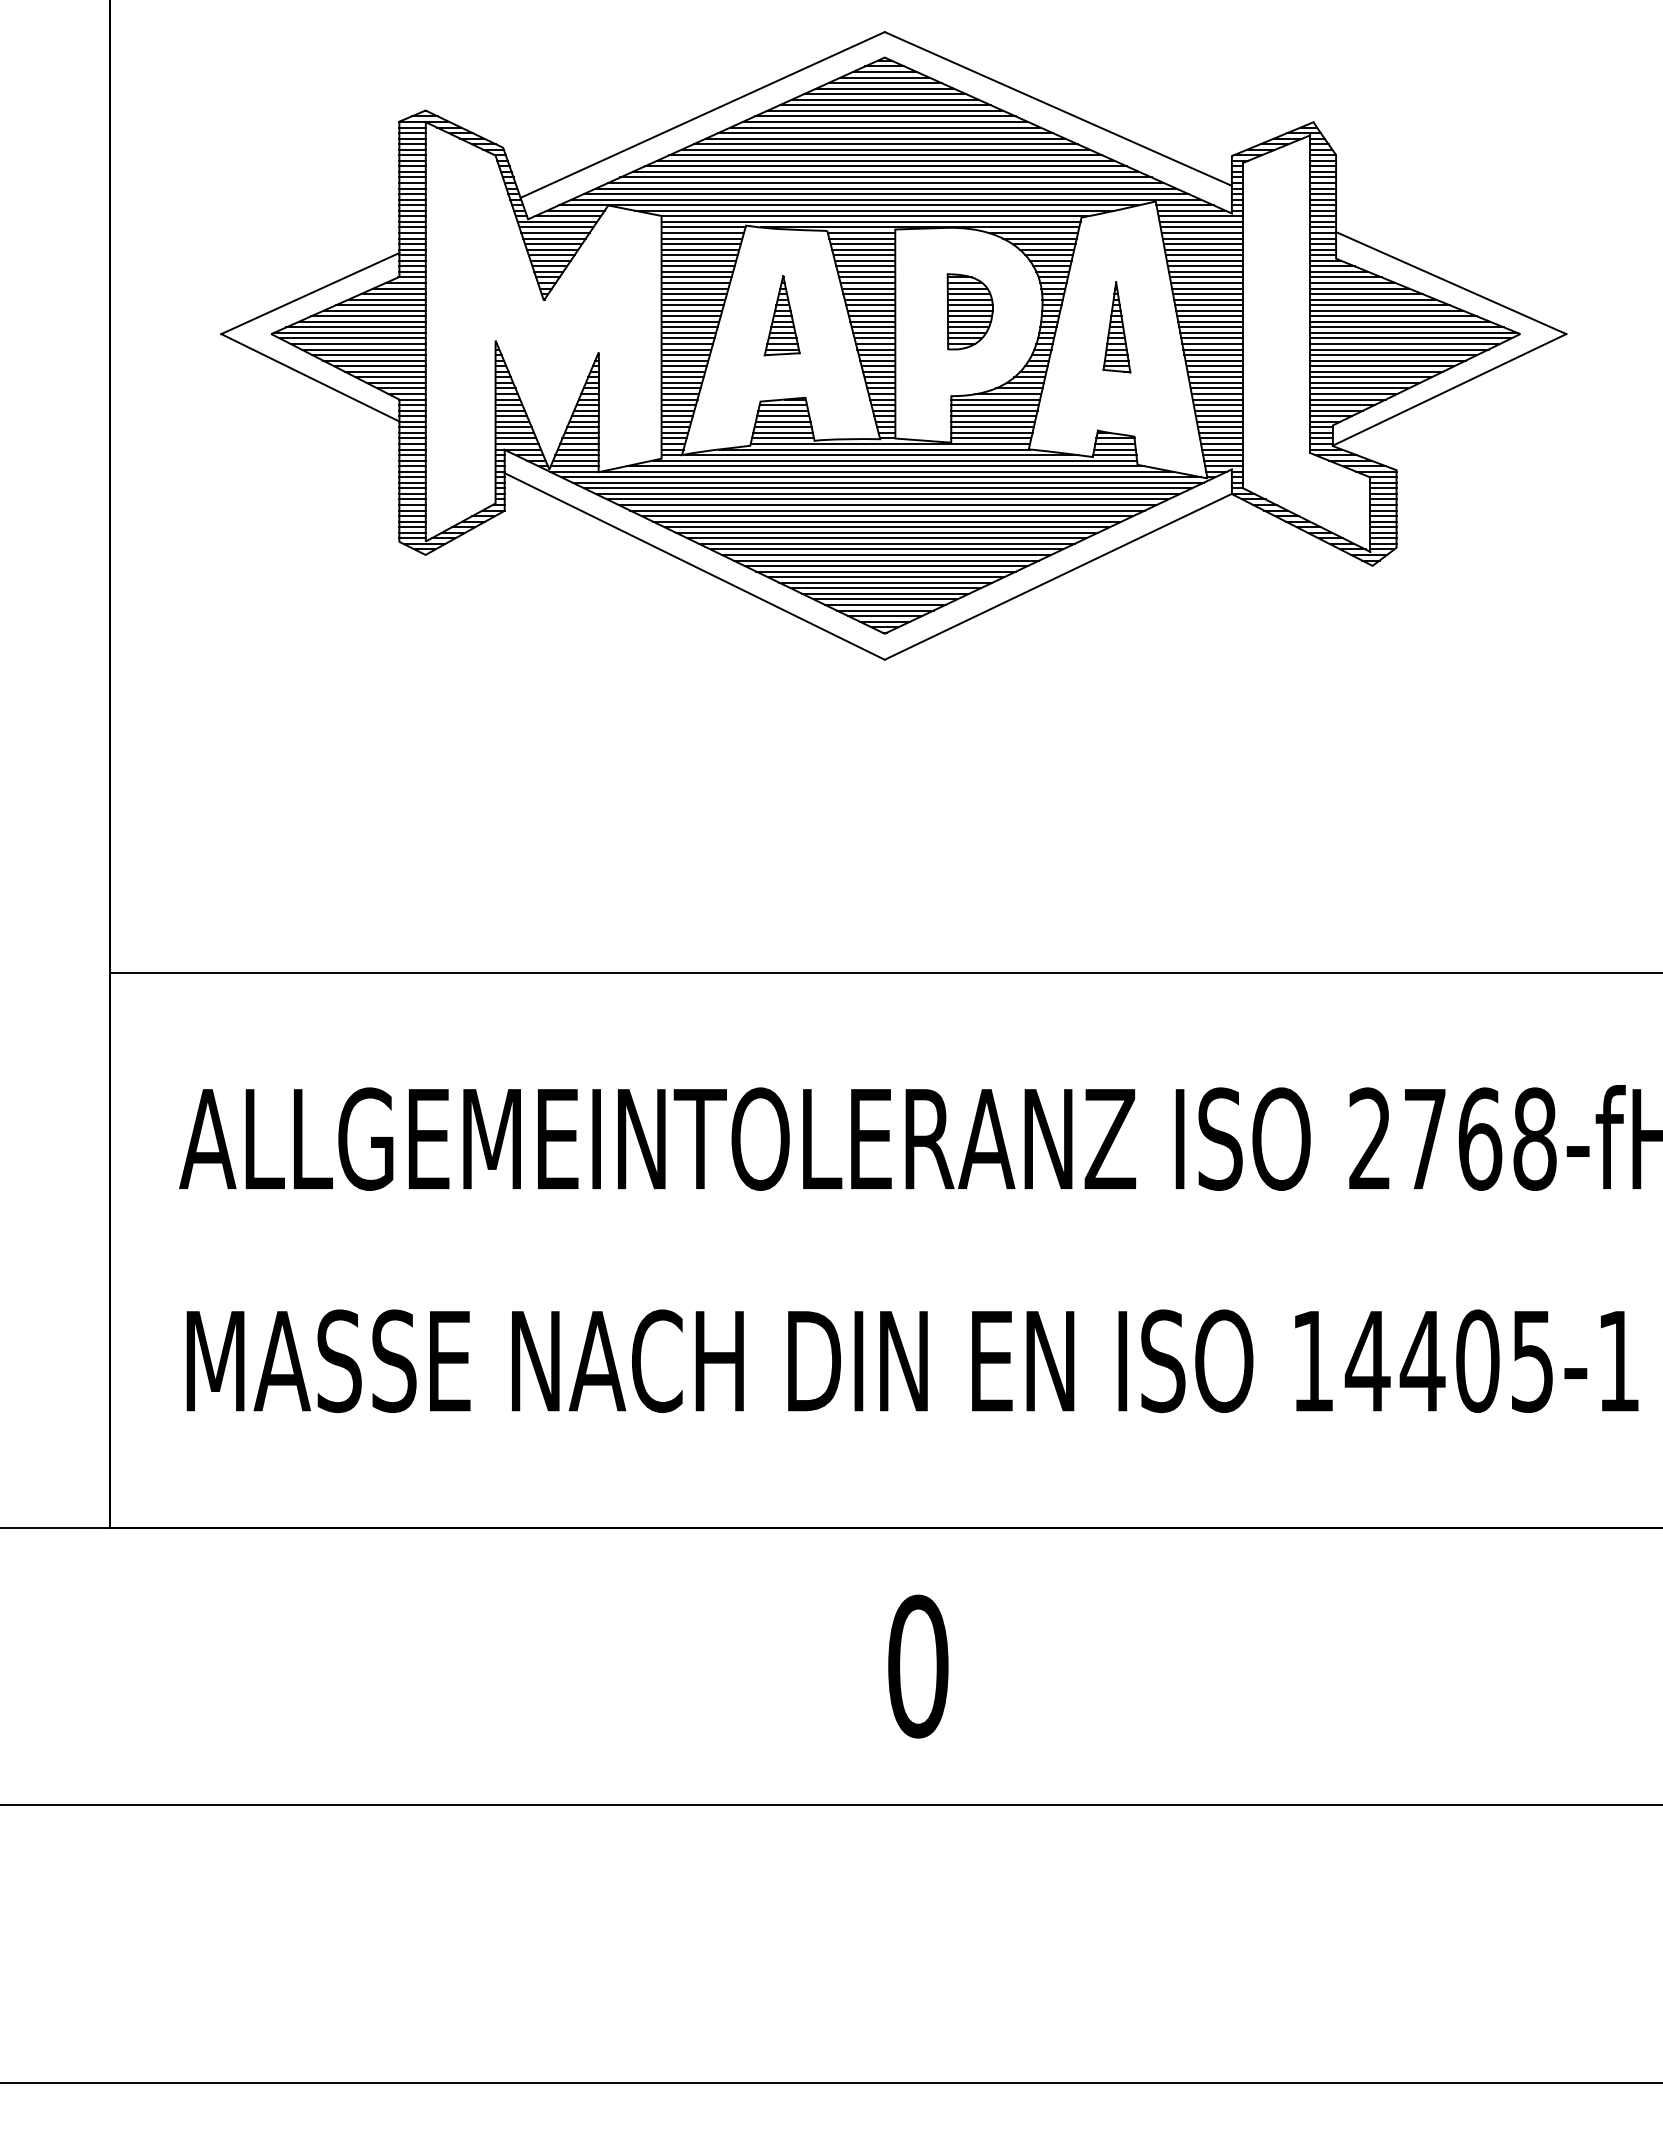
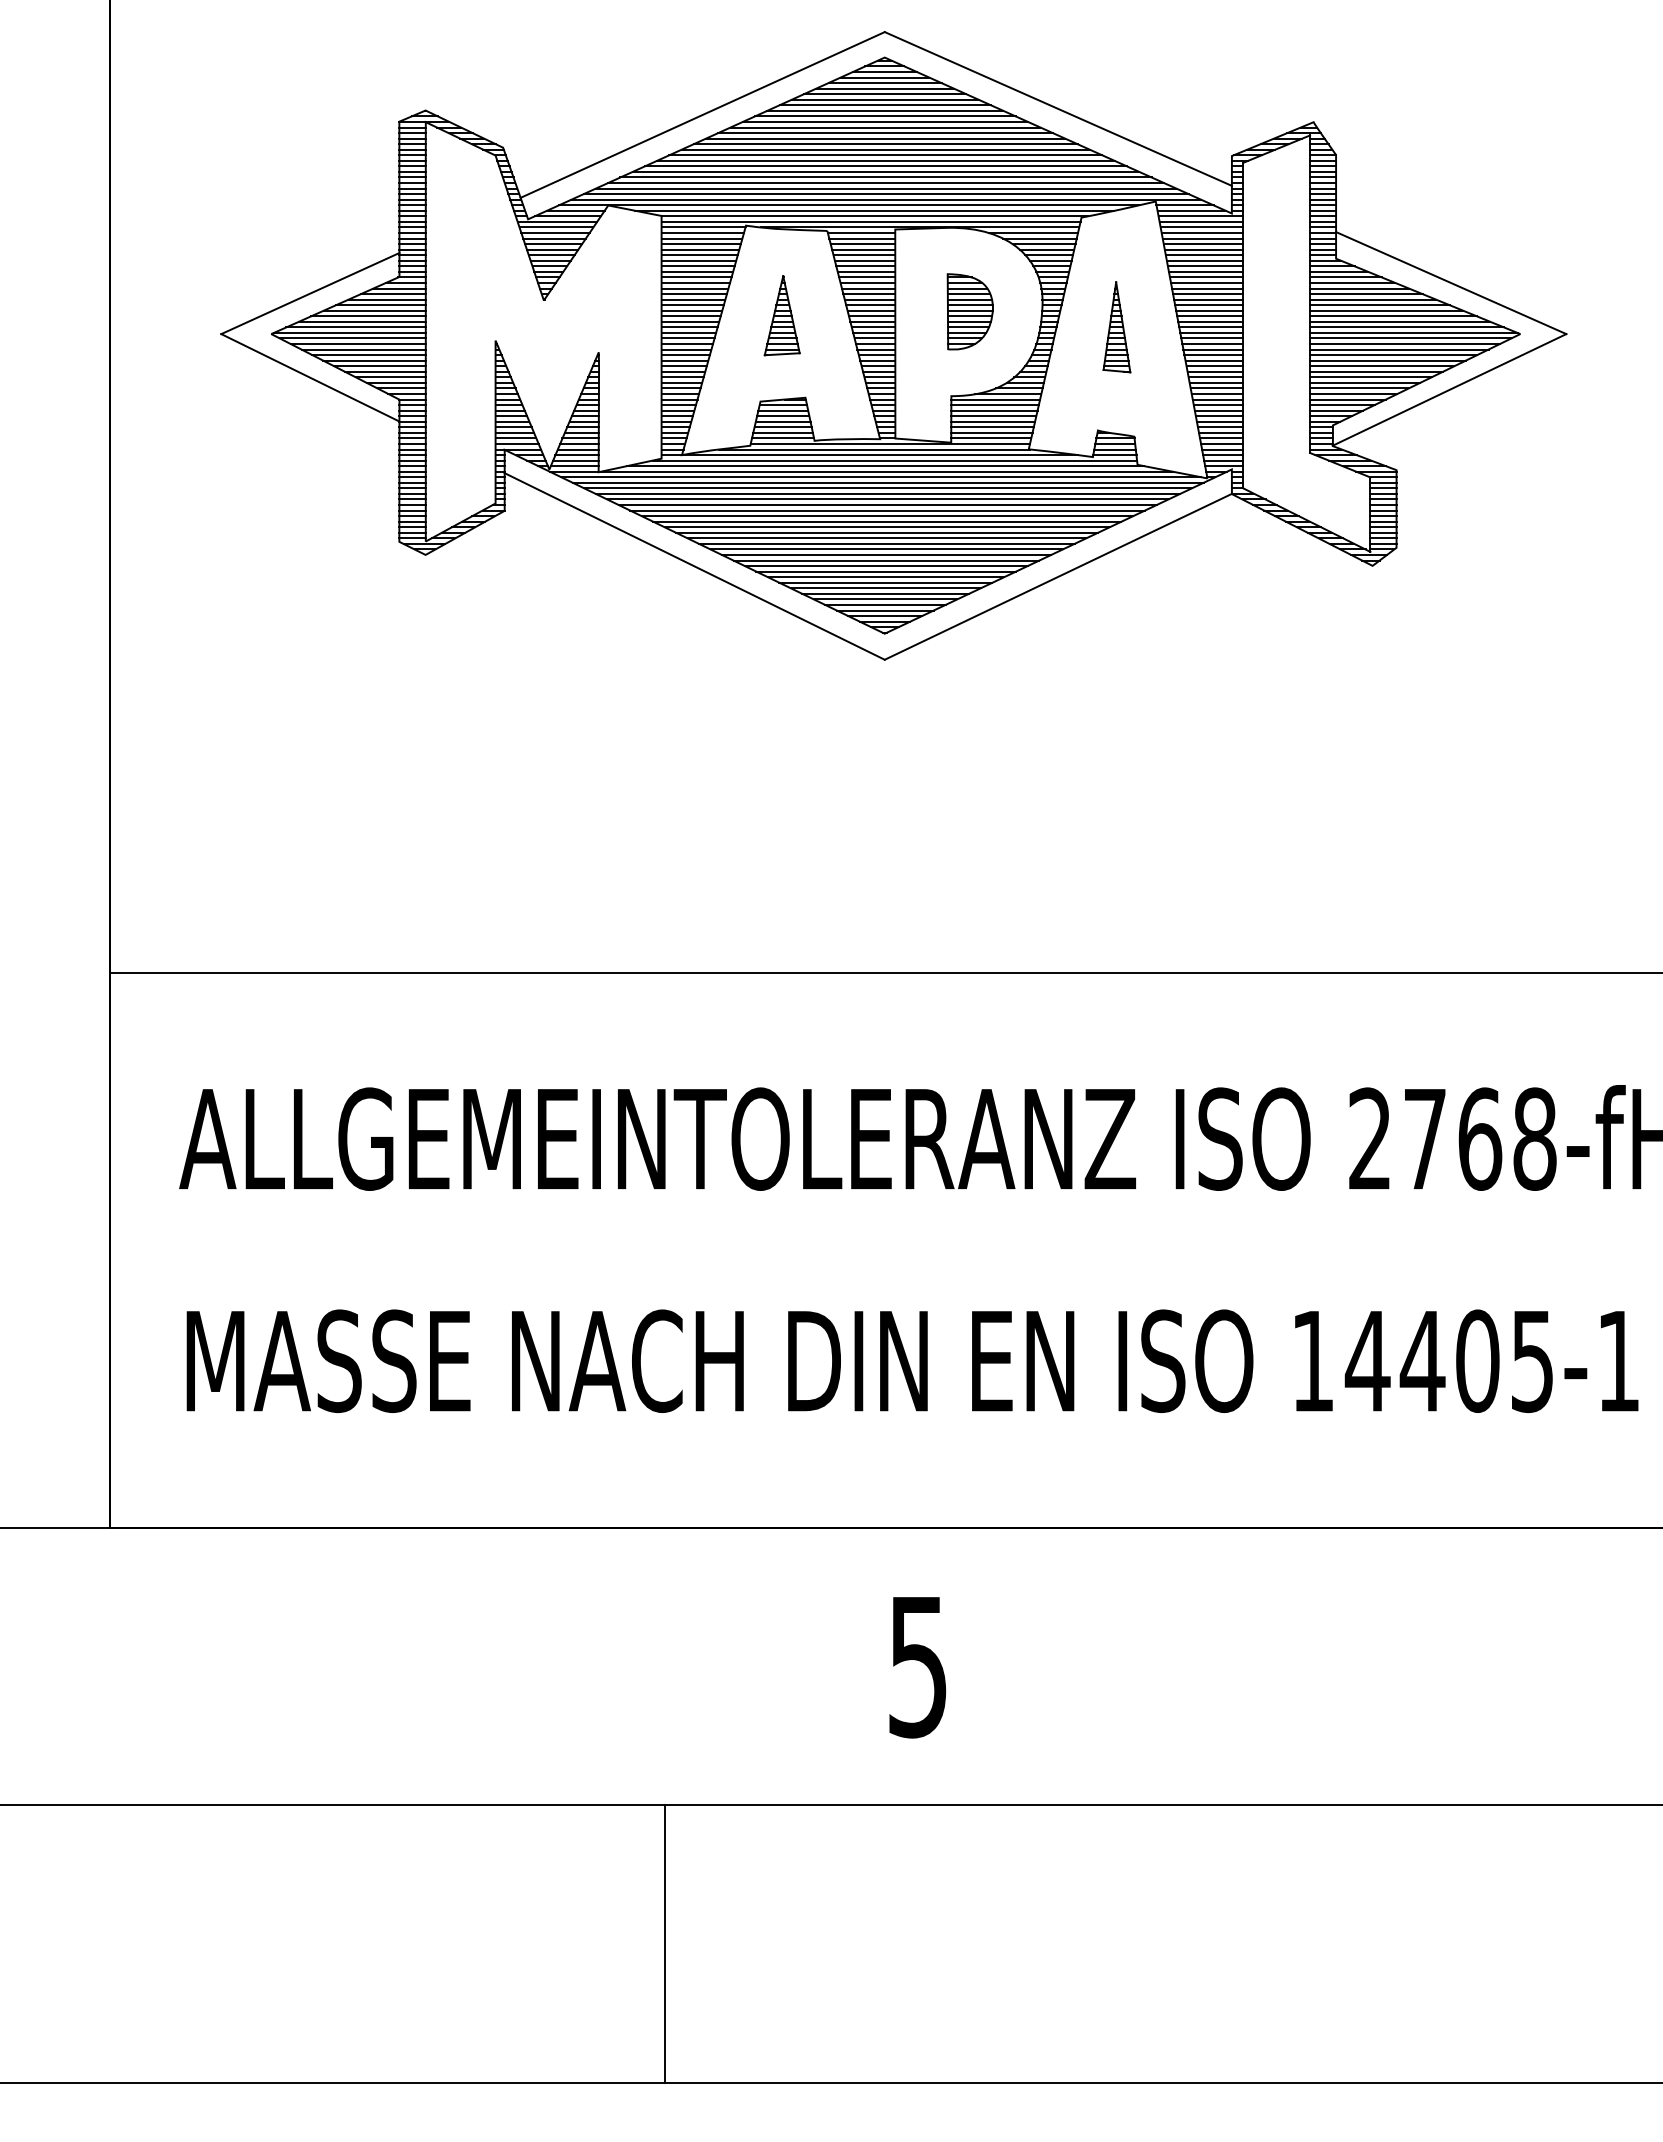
text at (918, 1666): 0 -> 5
line at (665, 1943): none -> present
